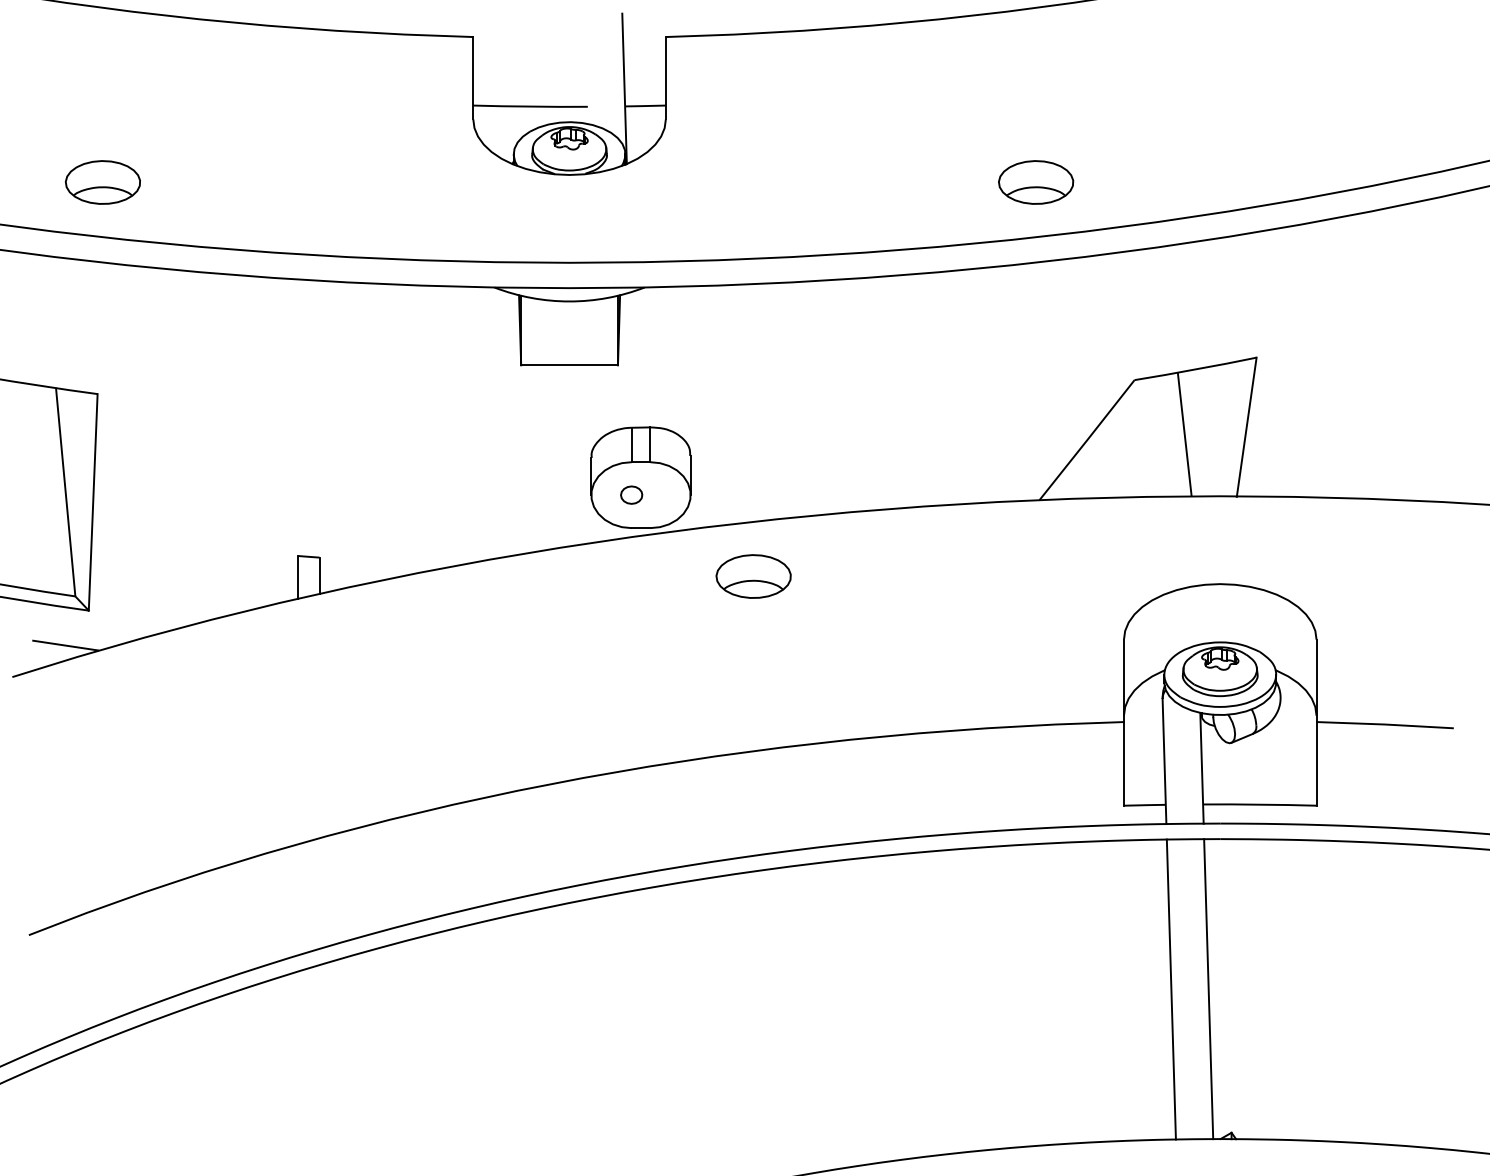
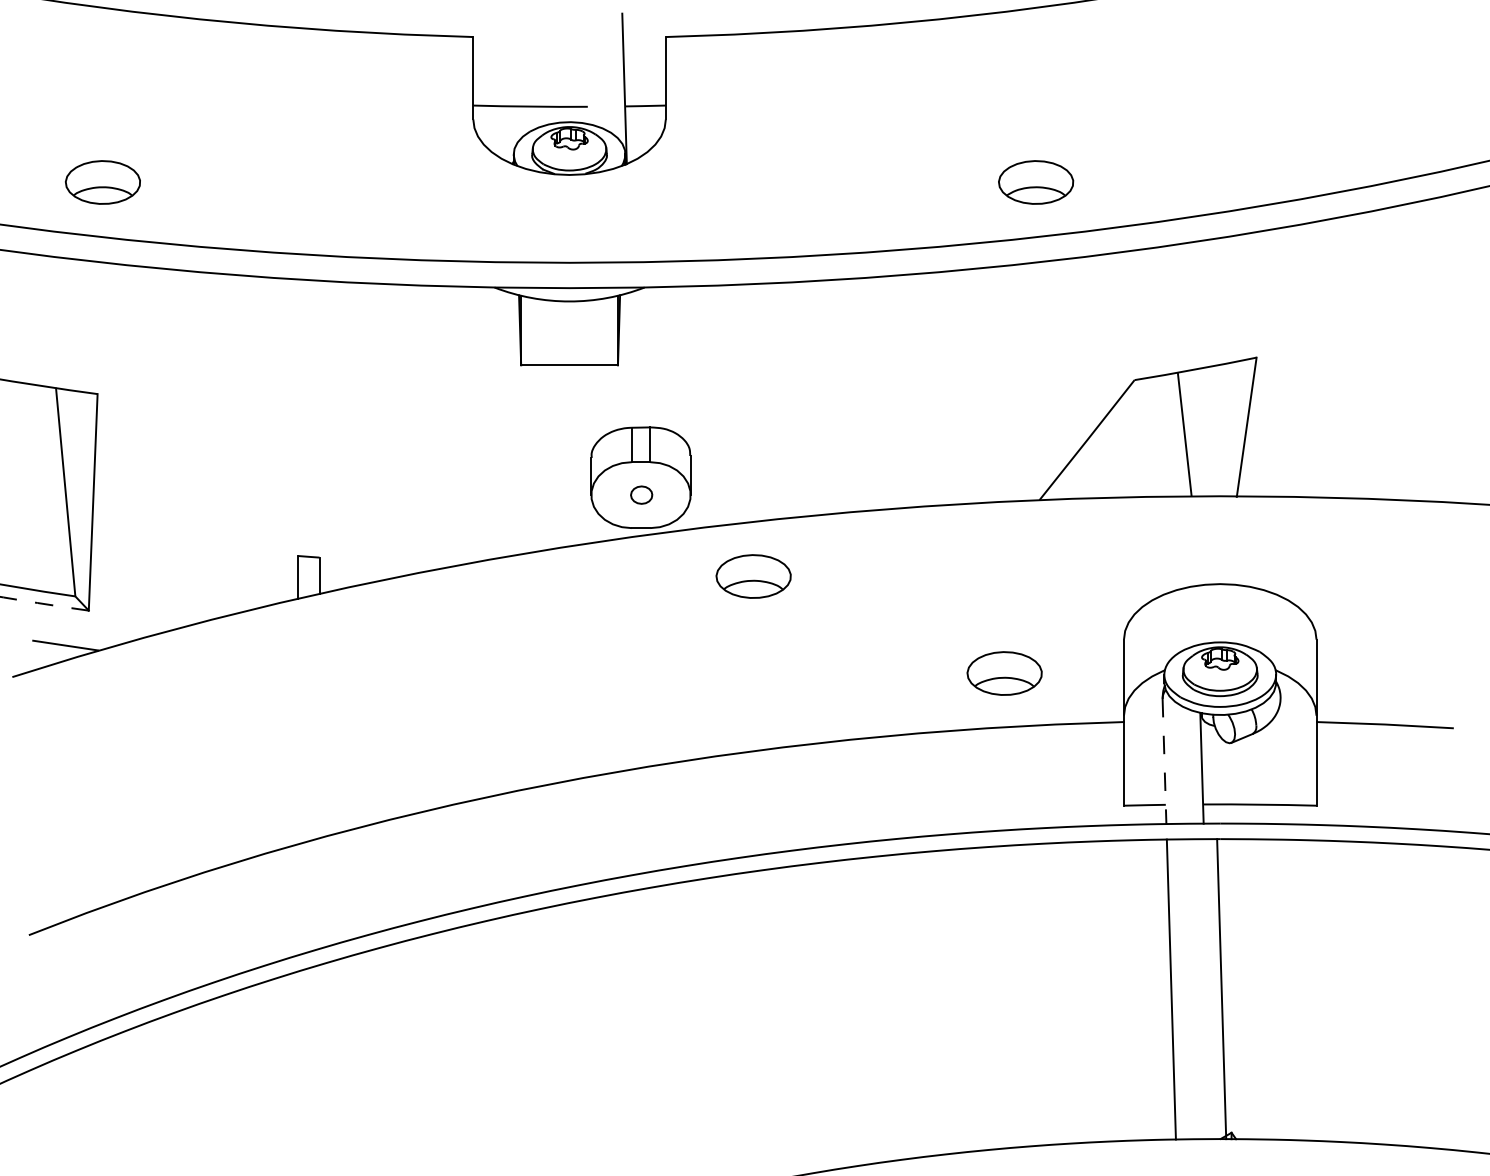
part at (631, 494) position: (631, 494) -> (641, 494)
arc at (45, 604): solid -> dashed
part at (1004, 673): none -> present
line at (1164, 761): solid -> dashed
line at (1208, 989) position: (1208, 989) -> (1221, 989)
